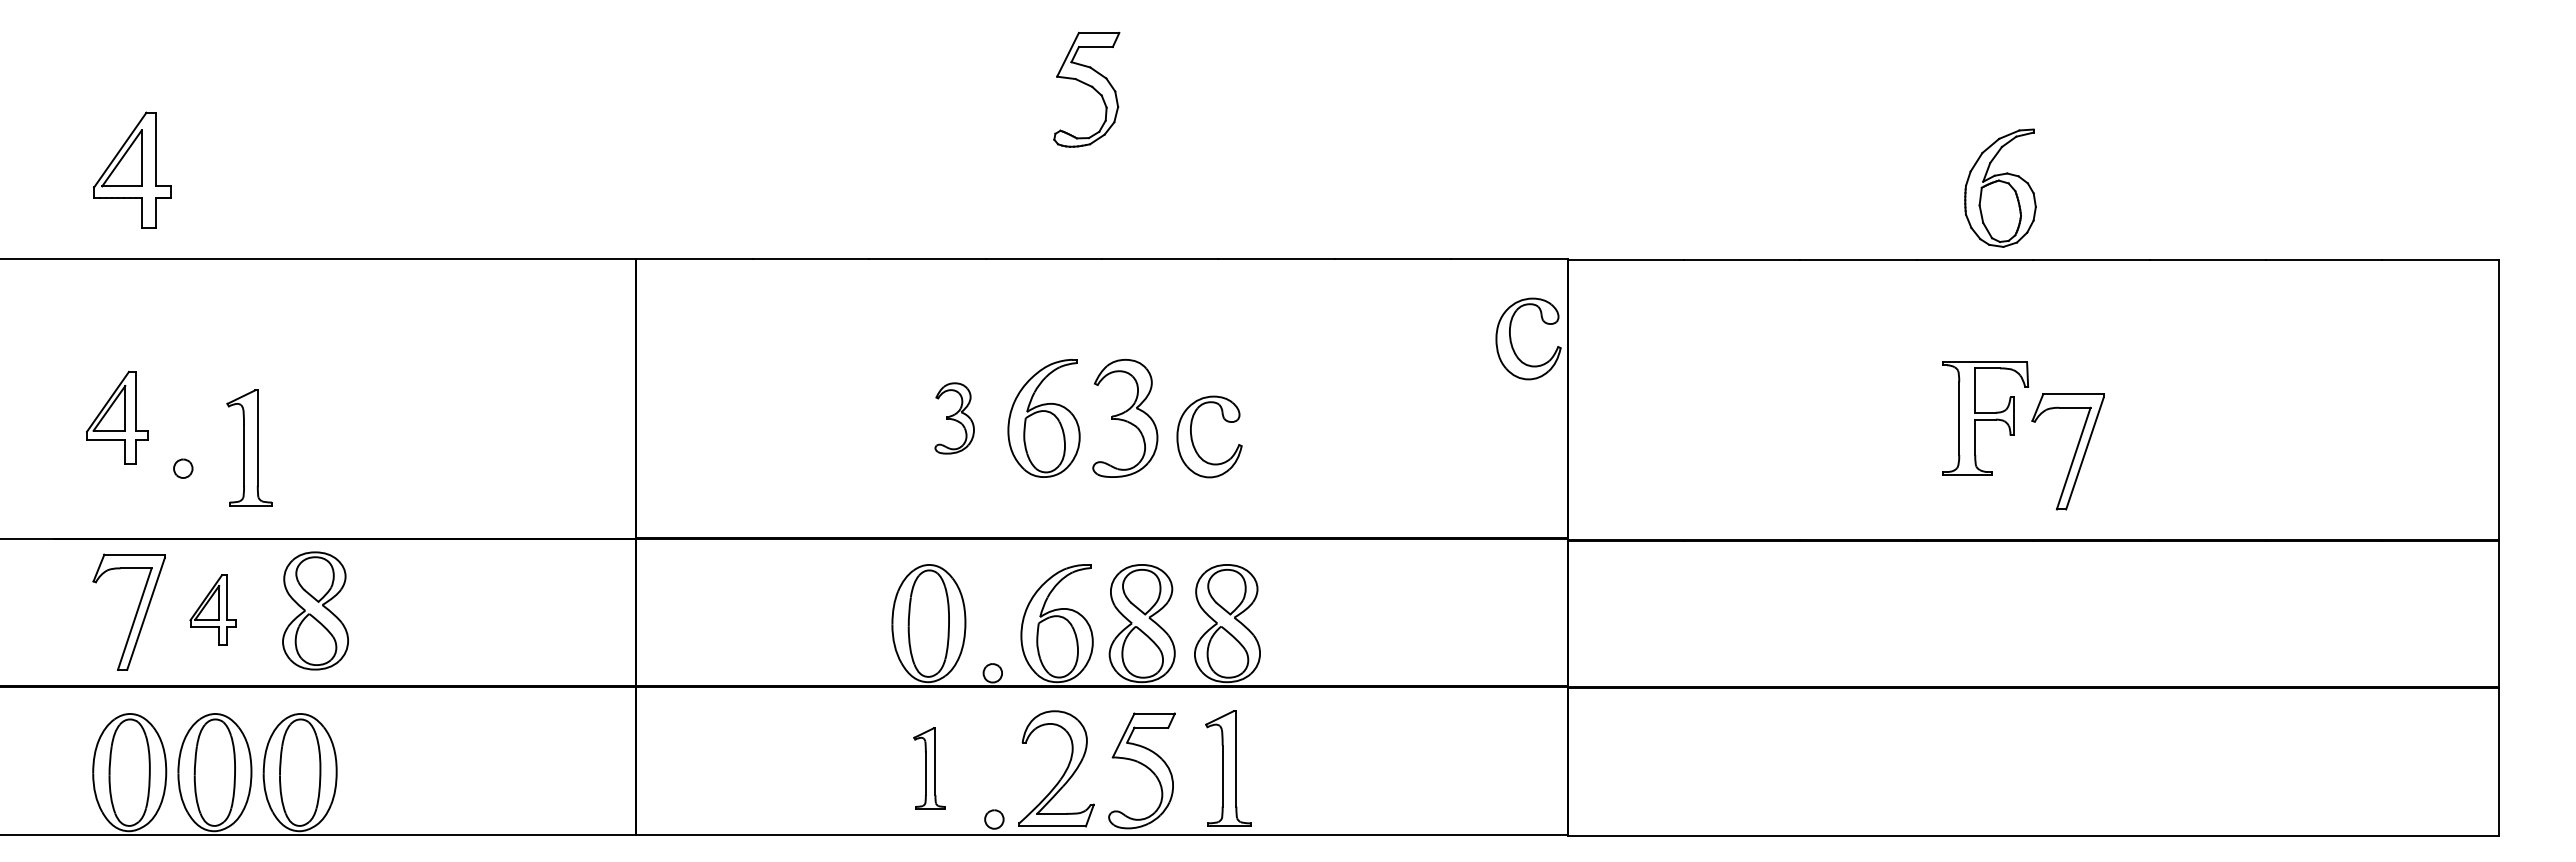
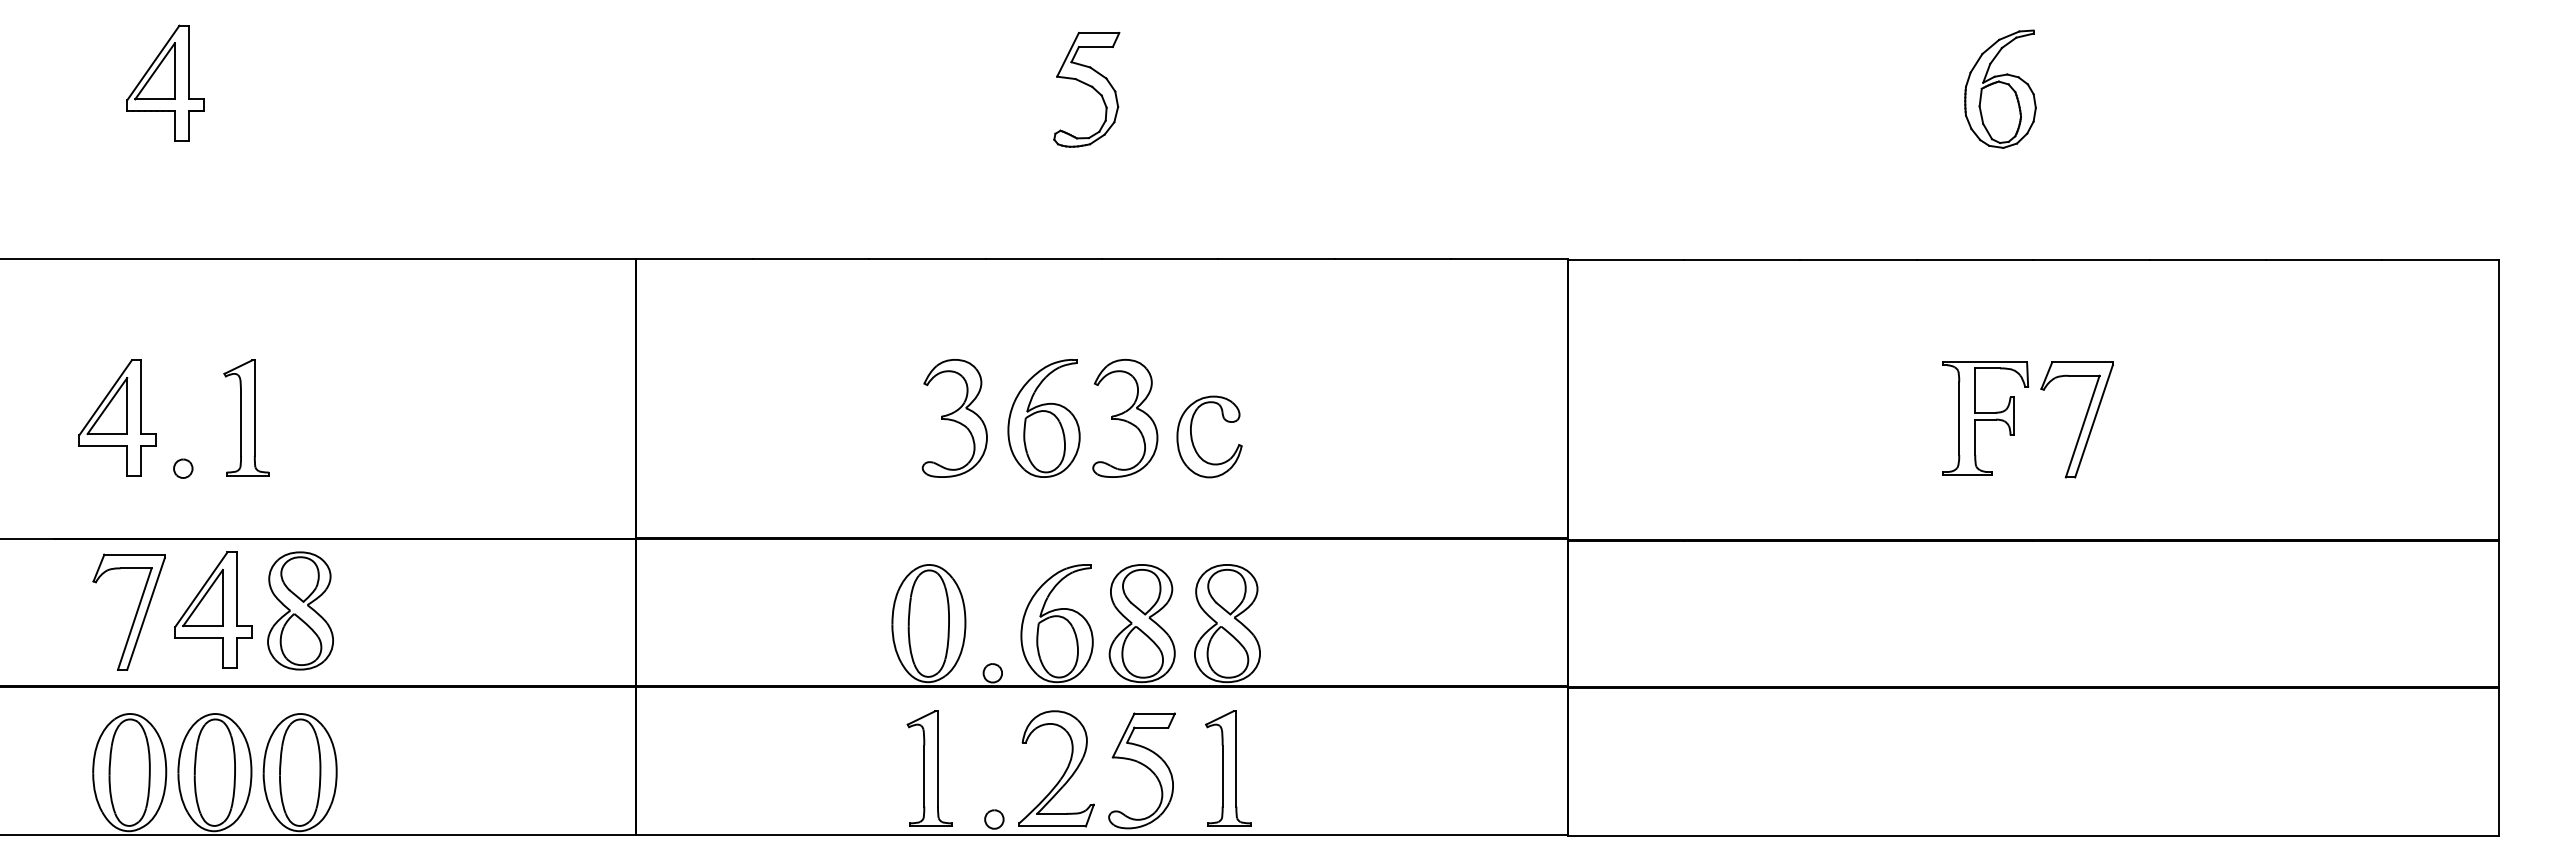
part at (132, 169) position: (132, 169) -> (165, 82)
part at (2000, 187) position: (2000, 187) -> (2000, 88)
part at (1512, 343): present -> none
part at (117, 417) size: 63x95 px -> 79x118 px
part at (954, 418) size: 41x73 px -> 67x119 px
part at (249, 447) position: (249, 447) -> (246, 417)
part at (2074, 452) position: (2074, 452) -> (2083, 420)
part at (212, 609) size: 48x72 px -> 79x118 px
part at (315, 610) position: (315, 610) -> (300, 610)
part at (929, 768) size: 33x83 px -> 47x117 px
